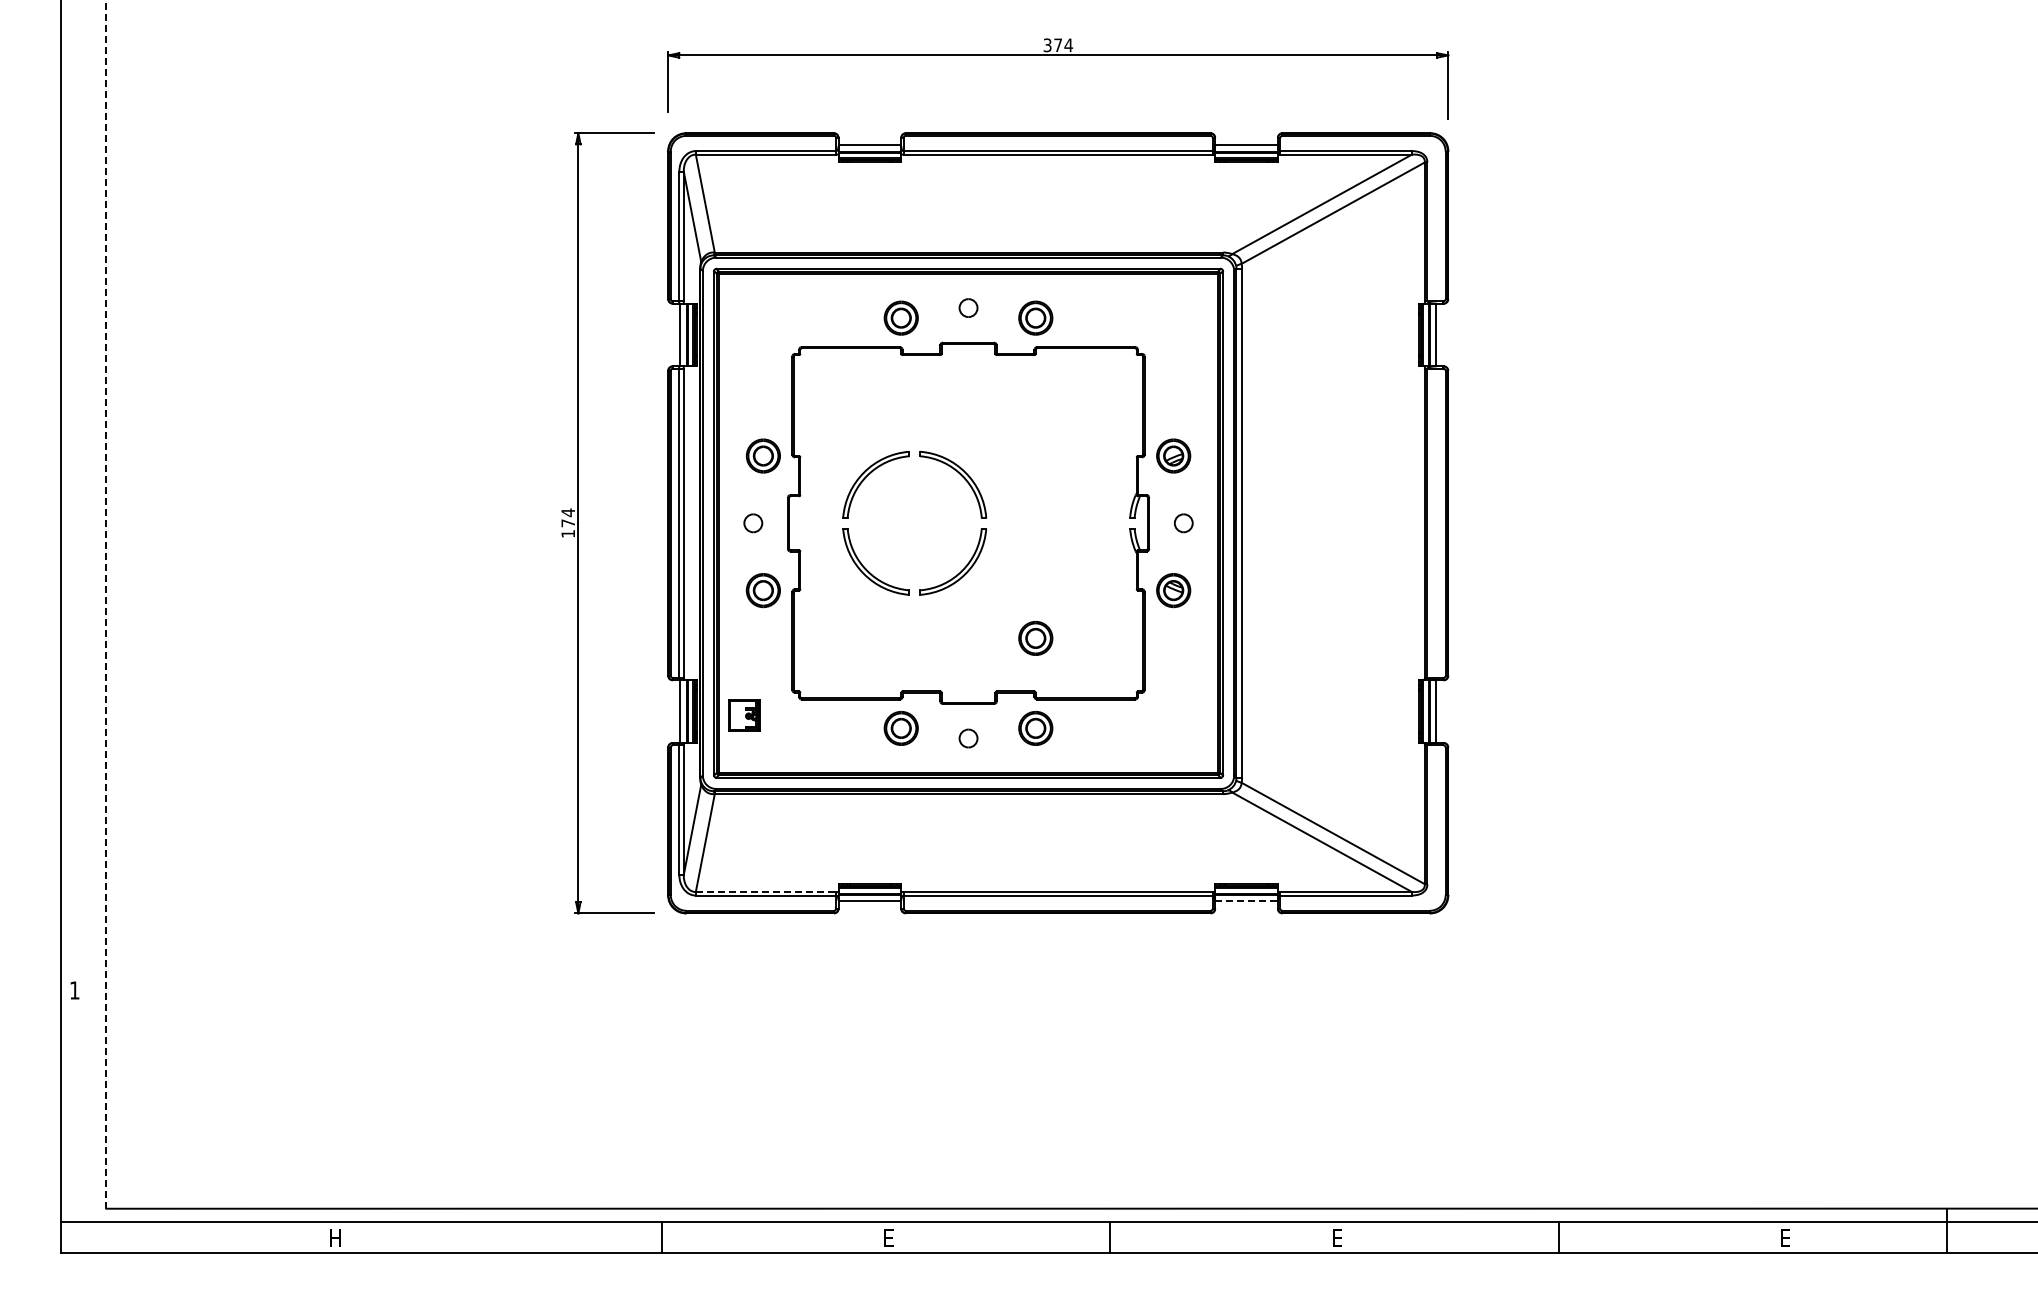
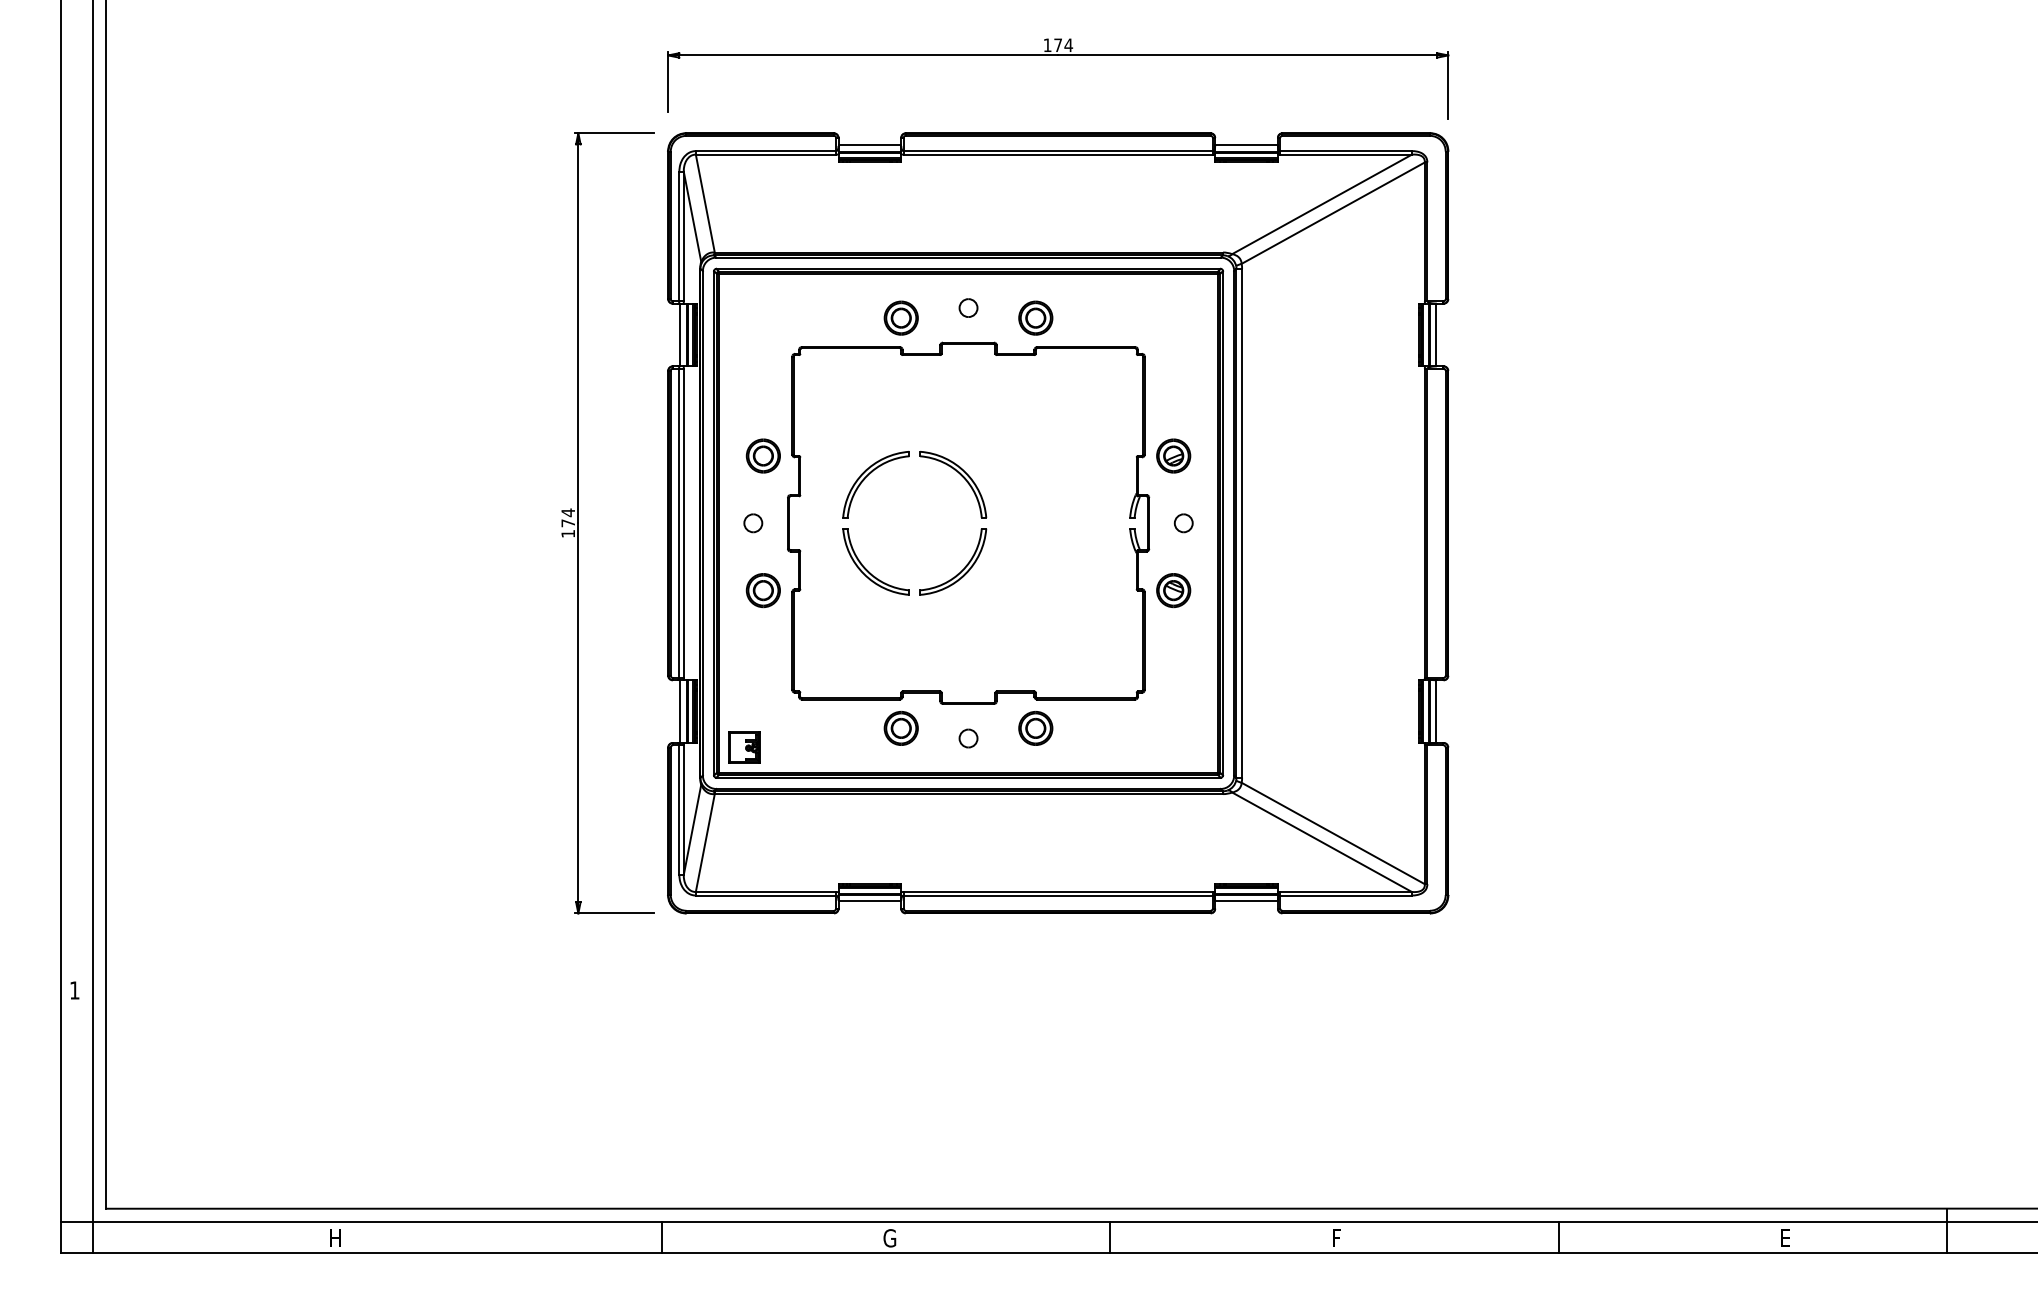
text at (1047, 45): 374 -> 174
line at (105, 604): dashed -> solid
line at (92, 627): none -> present
part at (1035, 638): present -> none
part at (744, 715) position: (744, 715) -> (744, 747)
line at (766, 891): dashed -> solid
line at (1247, 901): dashed -> solid
text at (1338, 1237): E -> F
text at (889, 1238): E -> G
